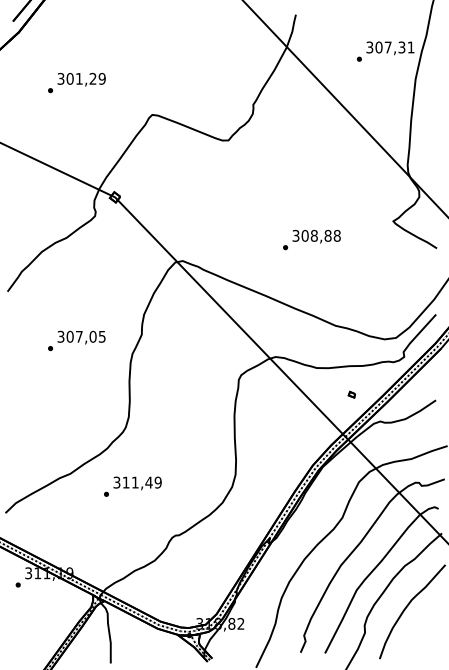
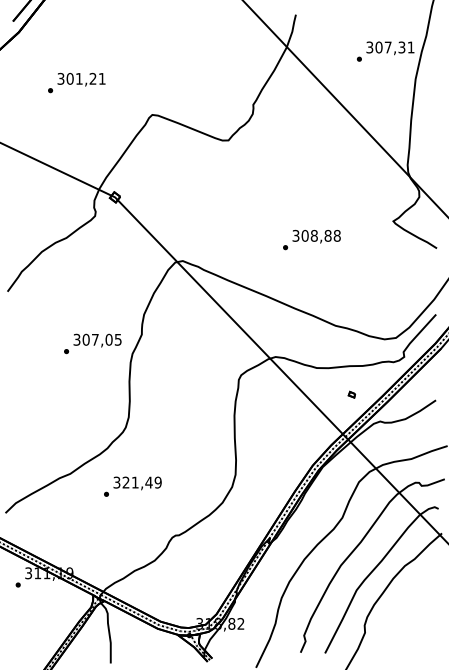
text at (101, 78): 301,29 -> 301,21
text at (76, 340) position: (76, 340) -> (92, 343)
text at (125, 482): 311,49 -> 321,49
curve at (408, 606): present -> none
